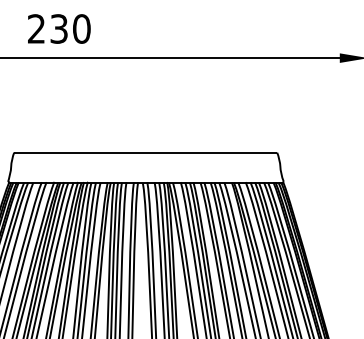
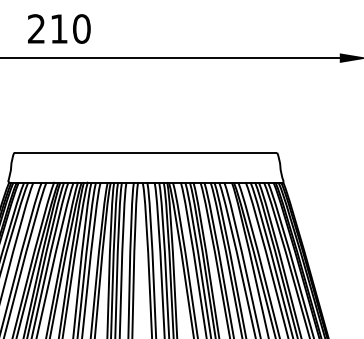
text at (58, 28): 230 -> 210
